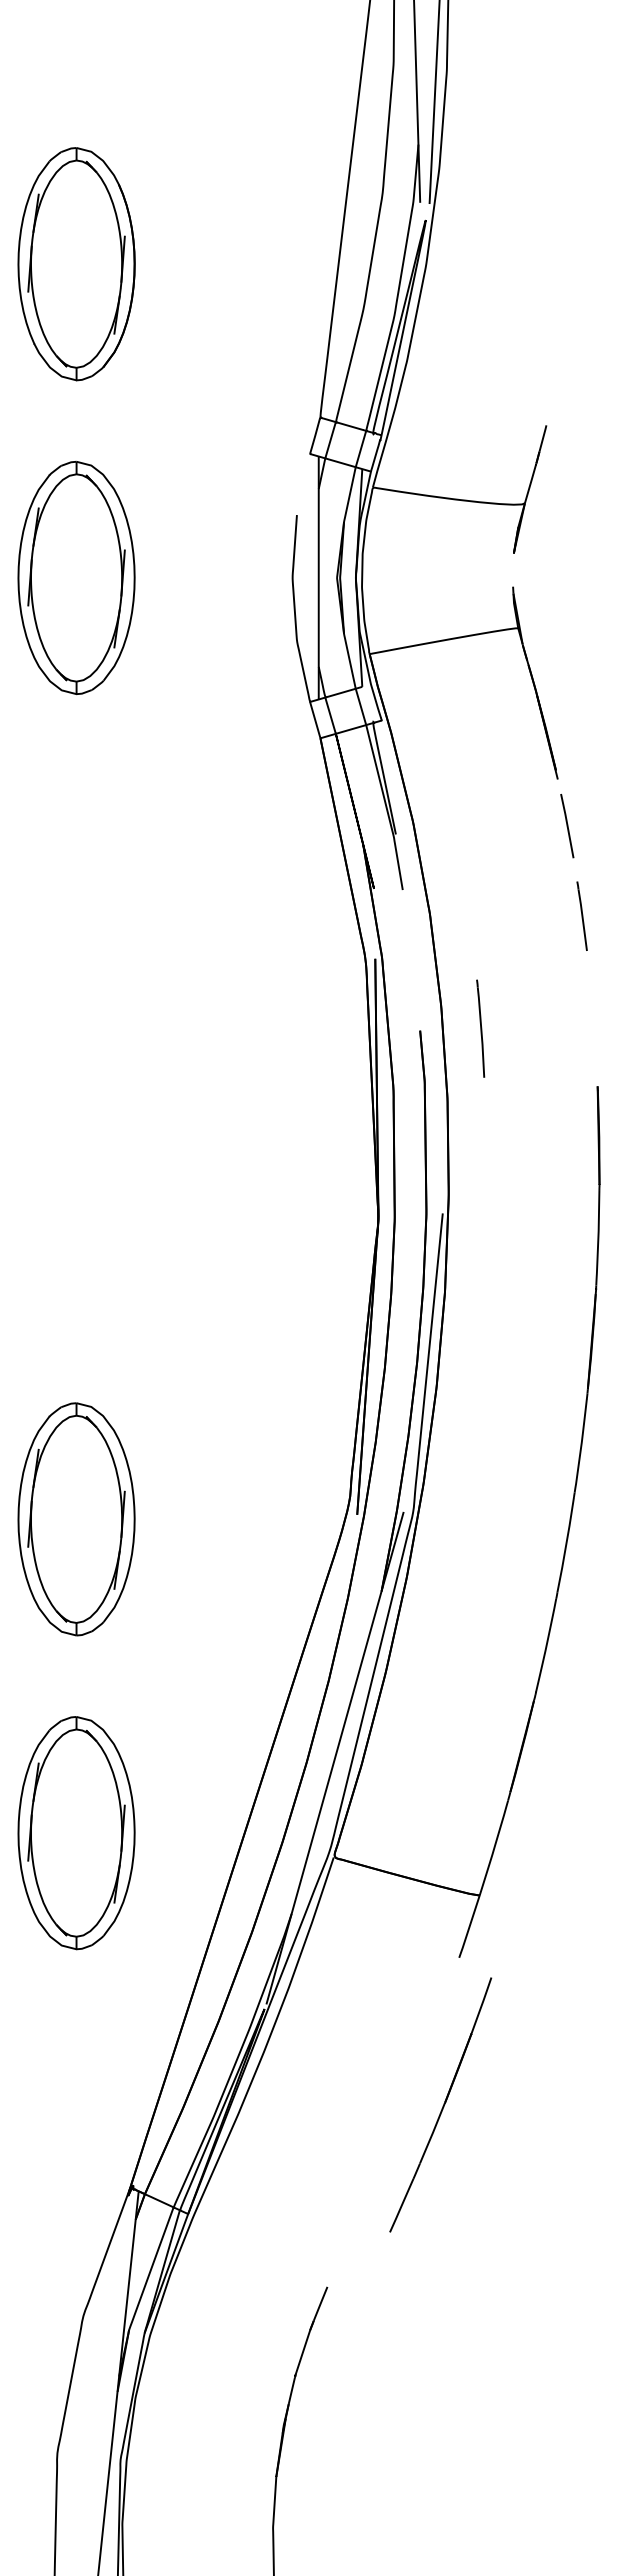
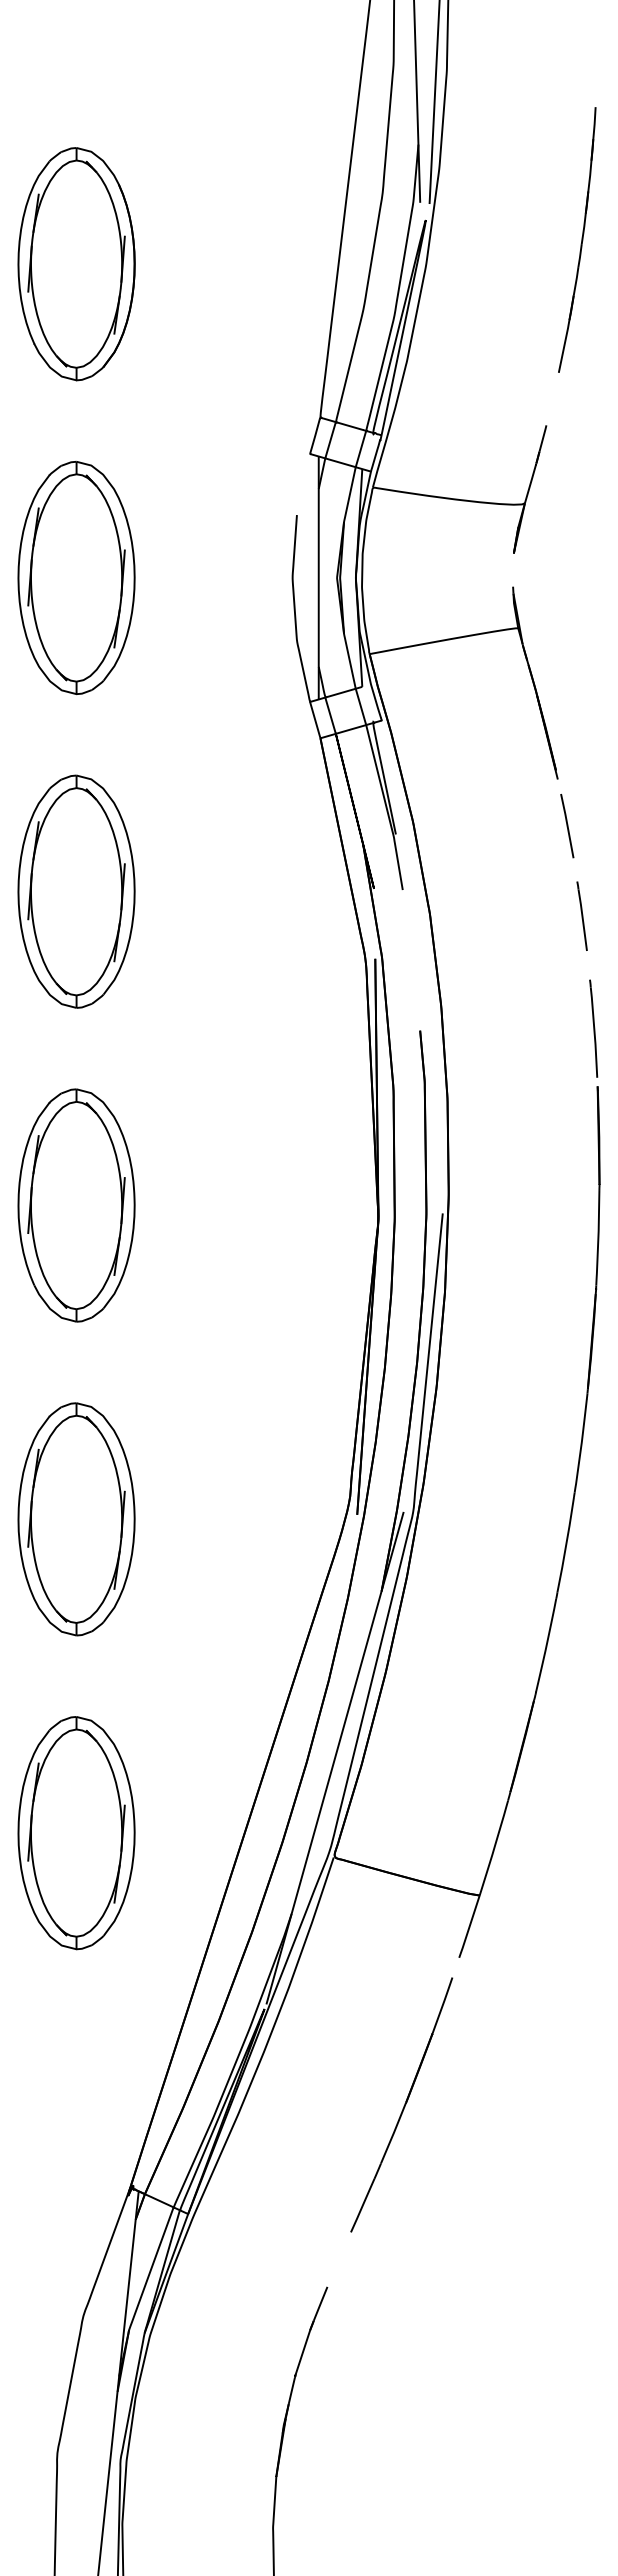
part at (577, 239): none -> present
part at (76, 891): none -> present
line at (480, 1028) position: (480, 1028) -> (593, 1028)
part at (76, 1205): none -> present
part at (440, 2104) position: (440, 2104) -> (401, 2104)
